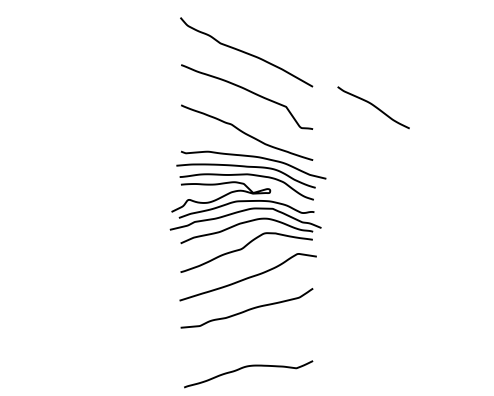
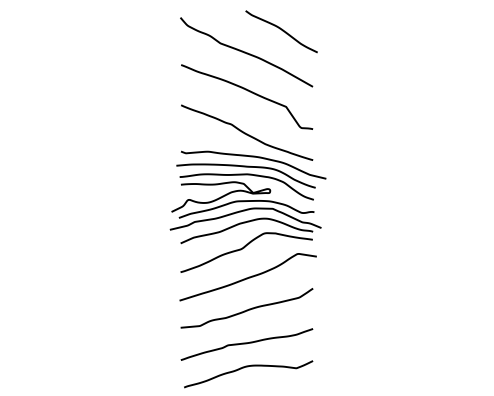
curve at (373, 106) position: (373, 106) -> (281, 30)
curve at (246, 344): none -> present
